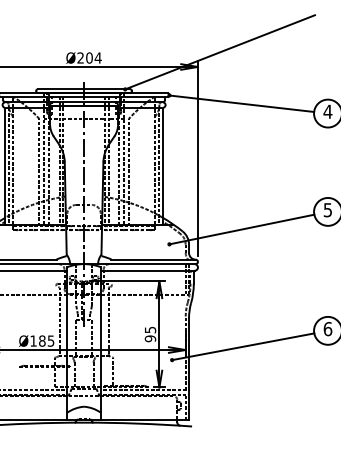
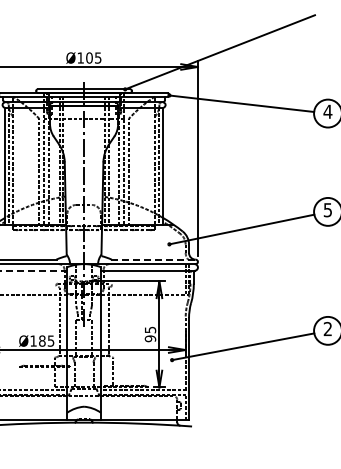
text at (89, 57): Ø204 -> Ø105
line at (154, 259): solid -> dashed
line at (34, 270): solid -> dashed
text at (327, 328): 6 -> 2
